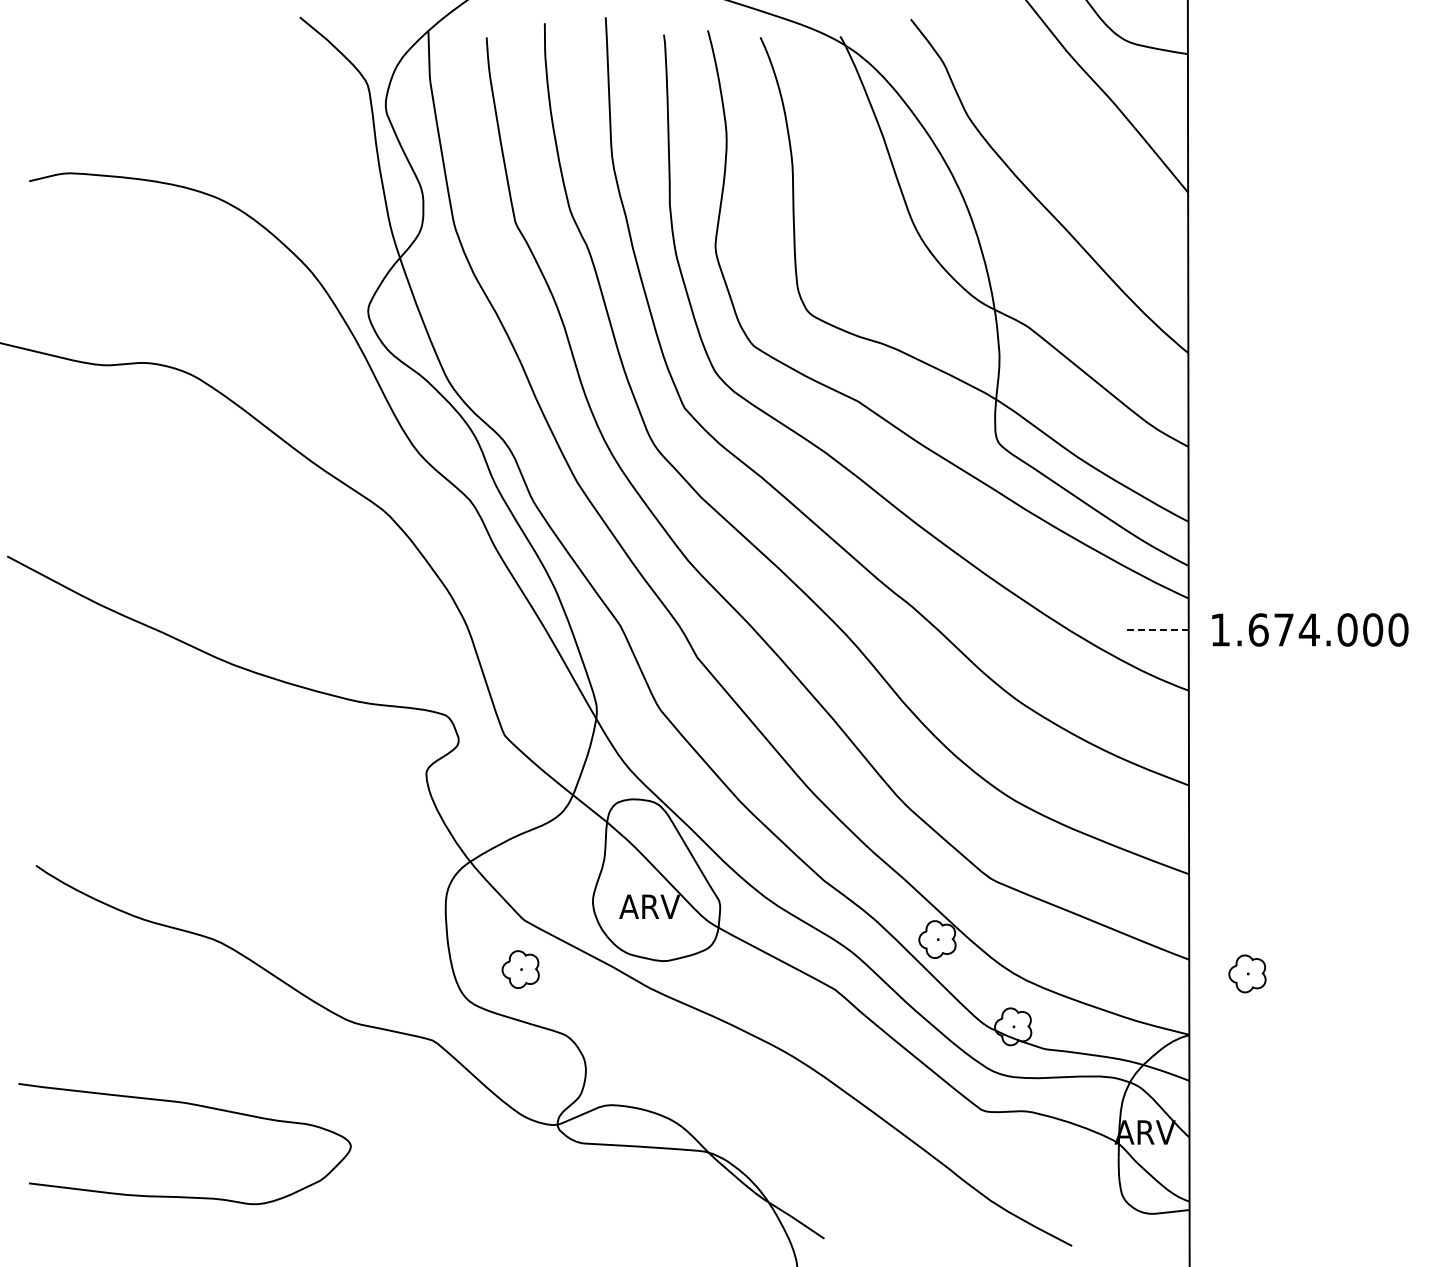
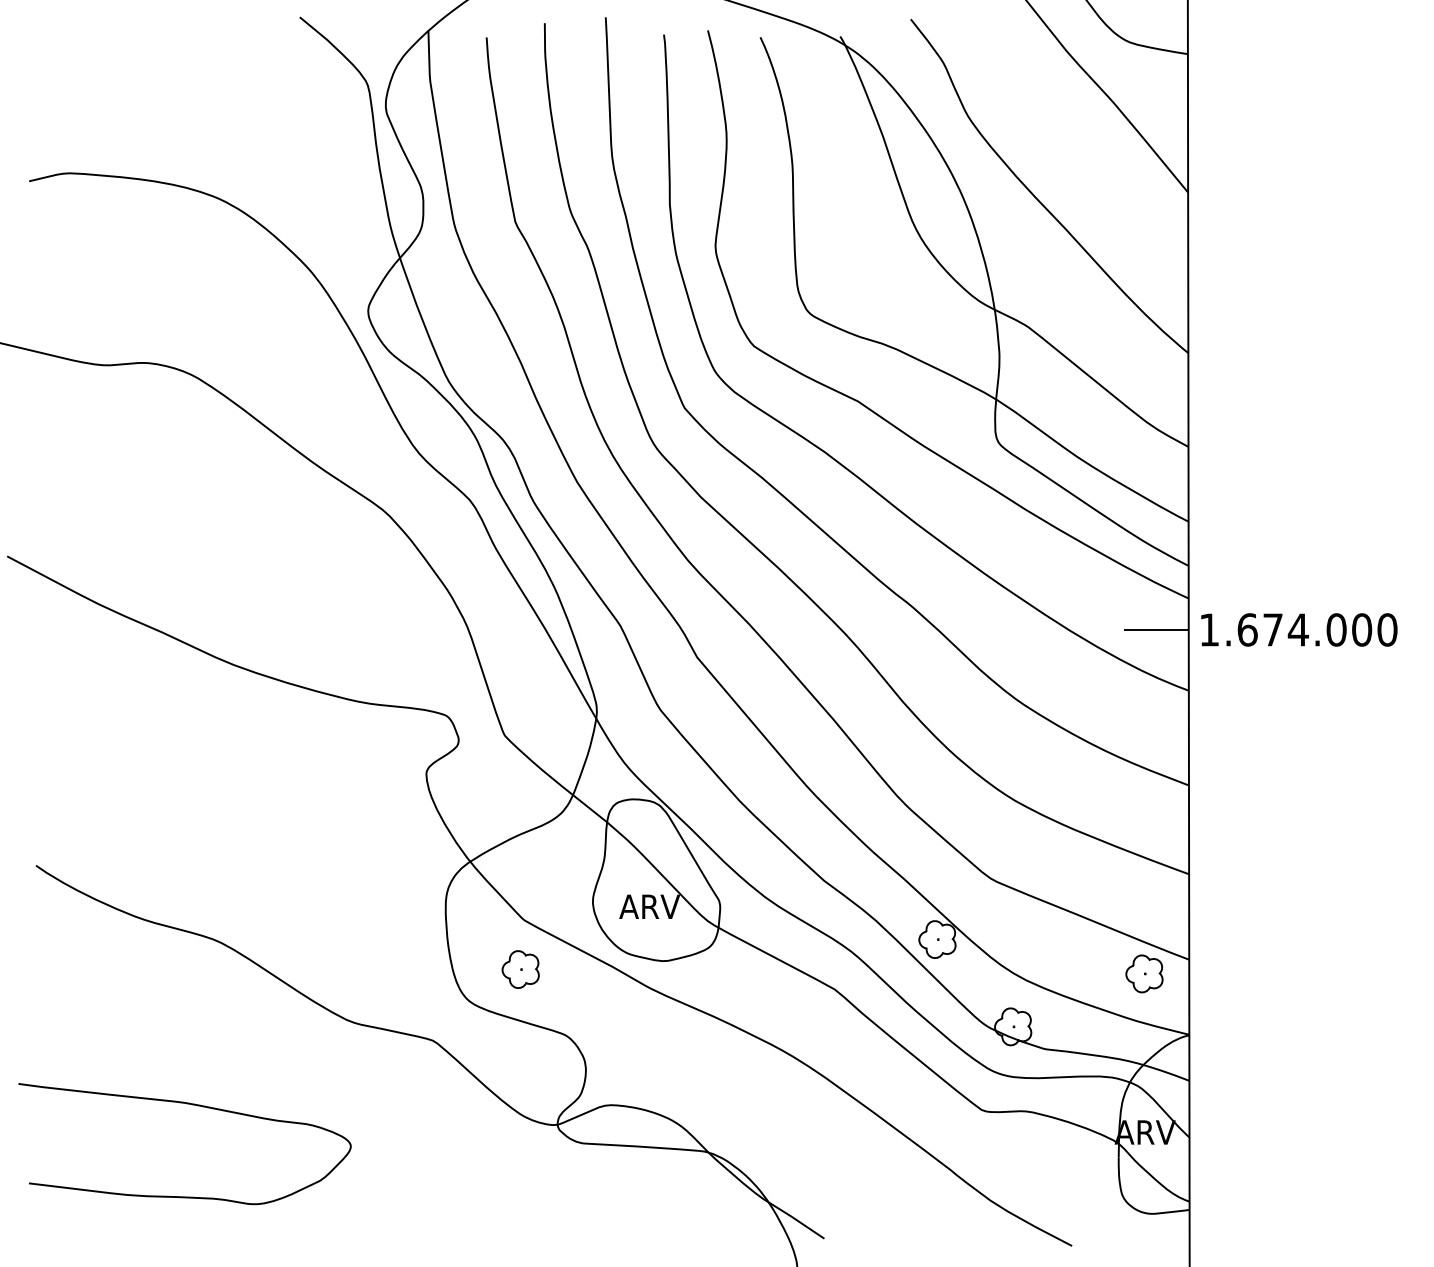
line at (1155, 629): dashed -> solid
text at (1310, 629) position: (1310, 629) -> (1299, 629)
part at (1247, 973) position: (1247, 973) -> (1144, 973)
